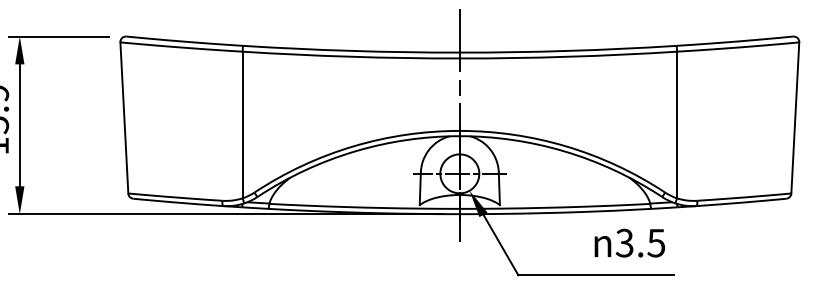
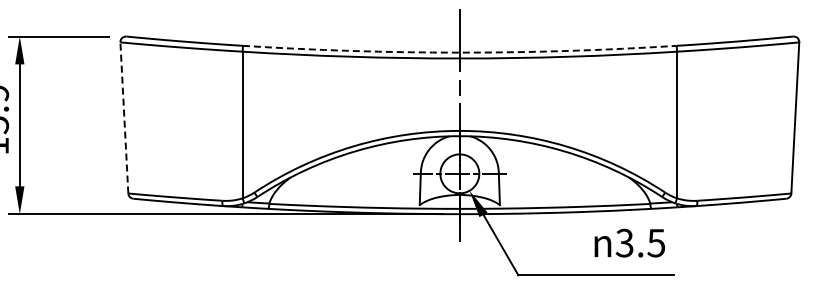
arc at (459, 52): solid -> dashed
line at (124, 117): solid -> dashed
